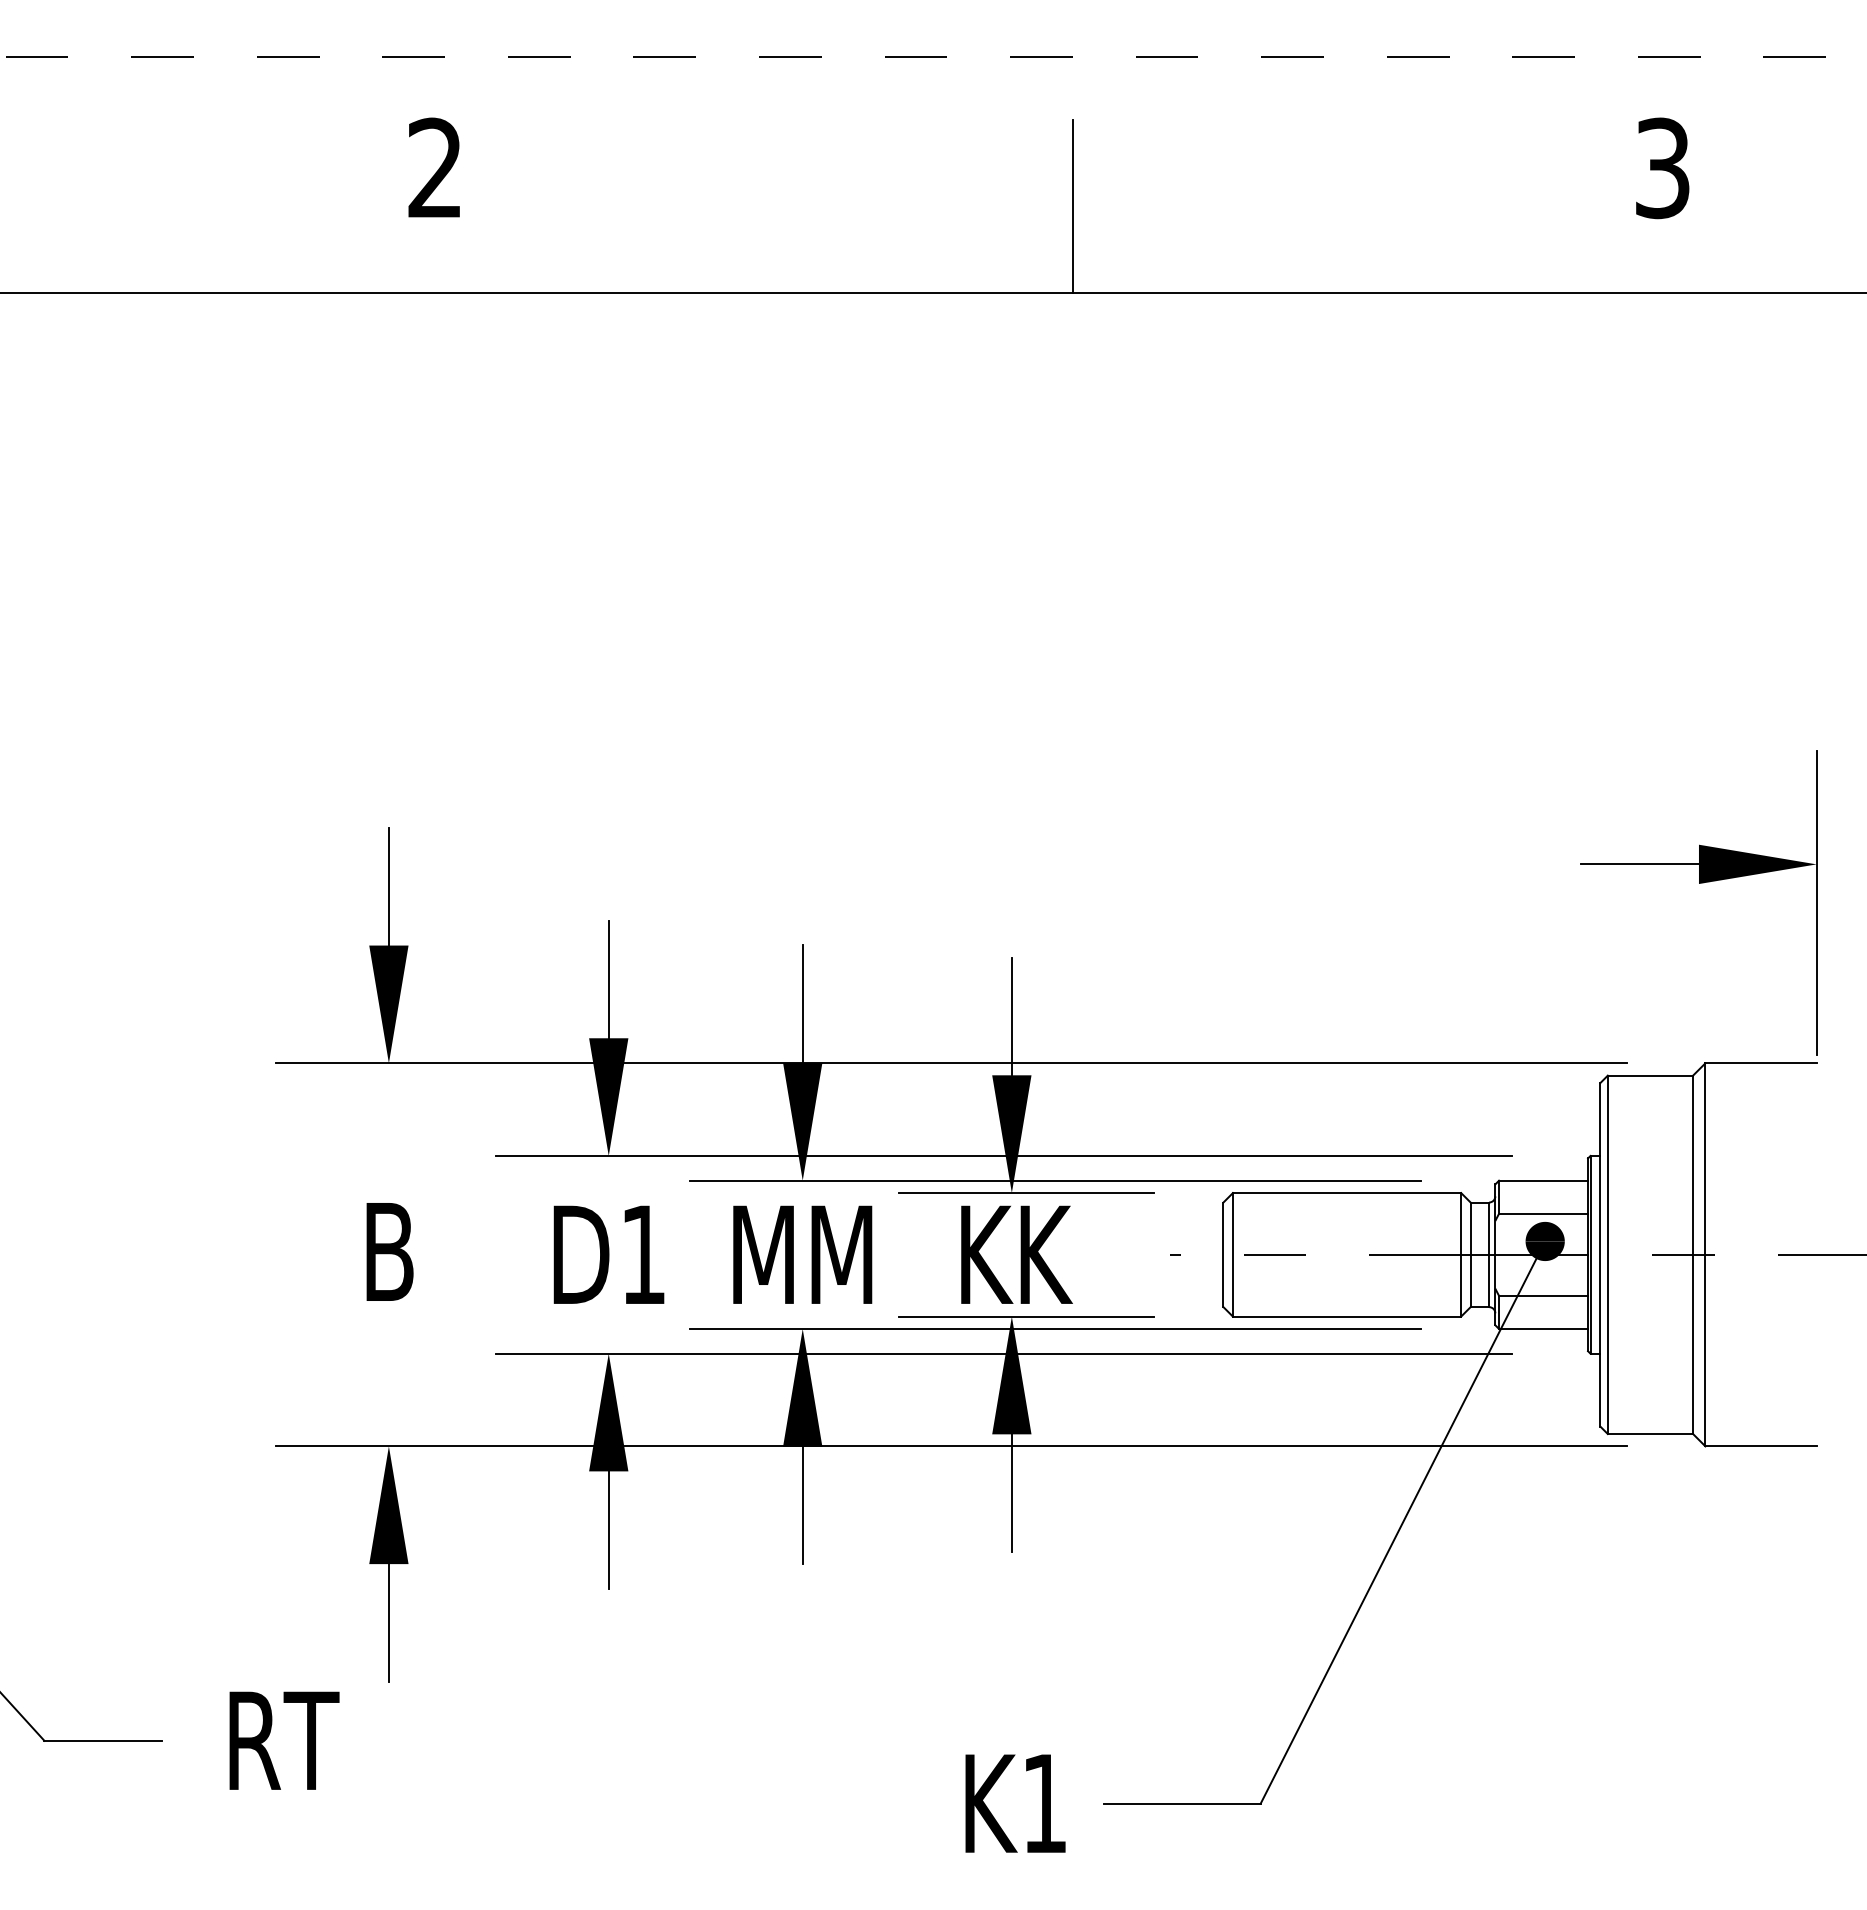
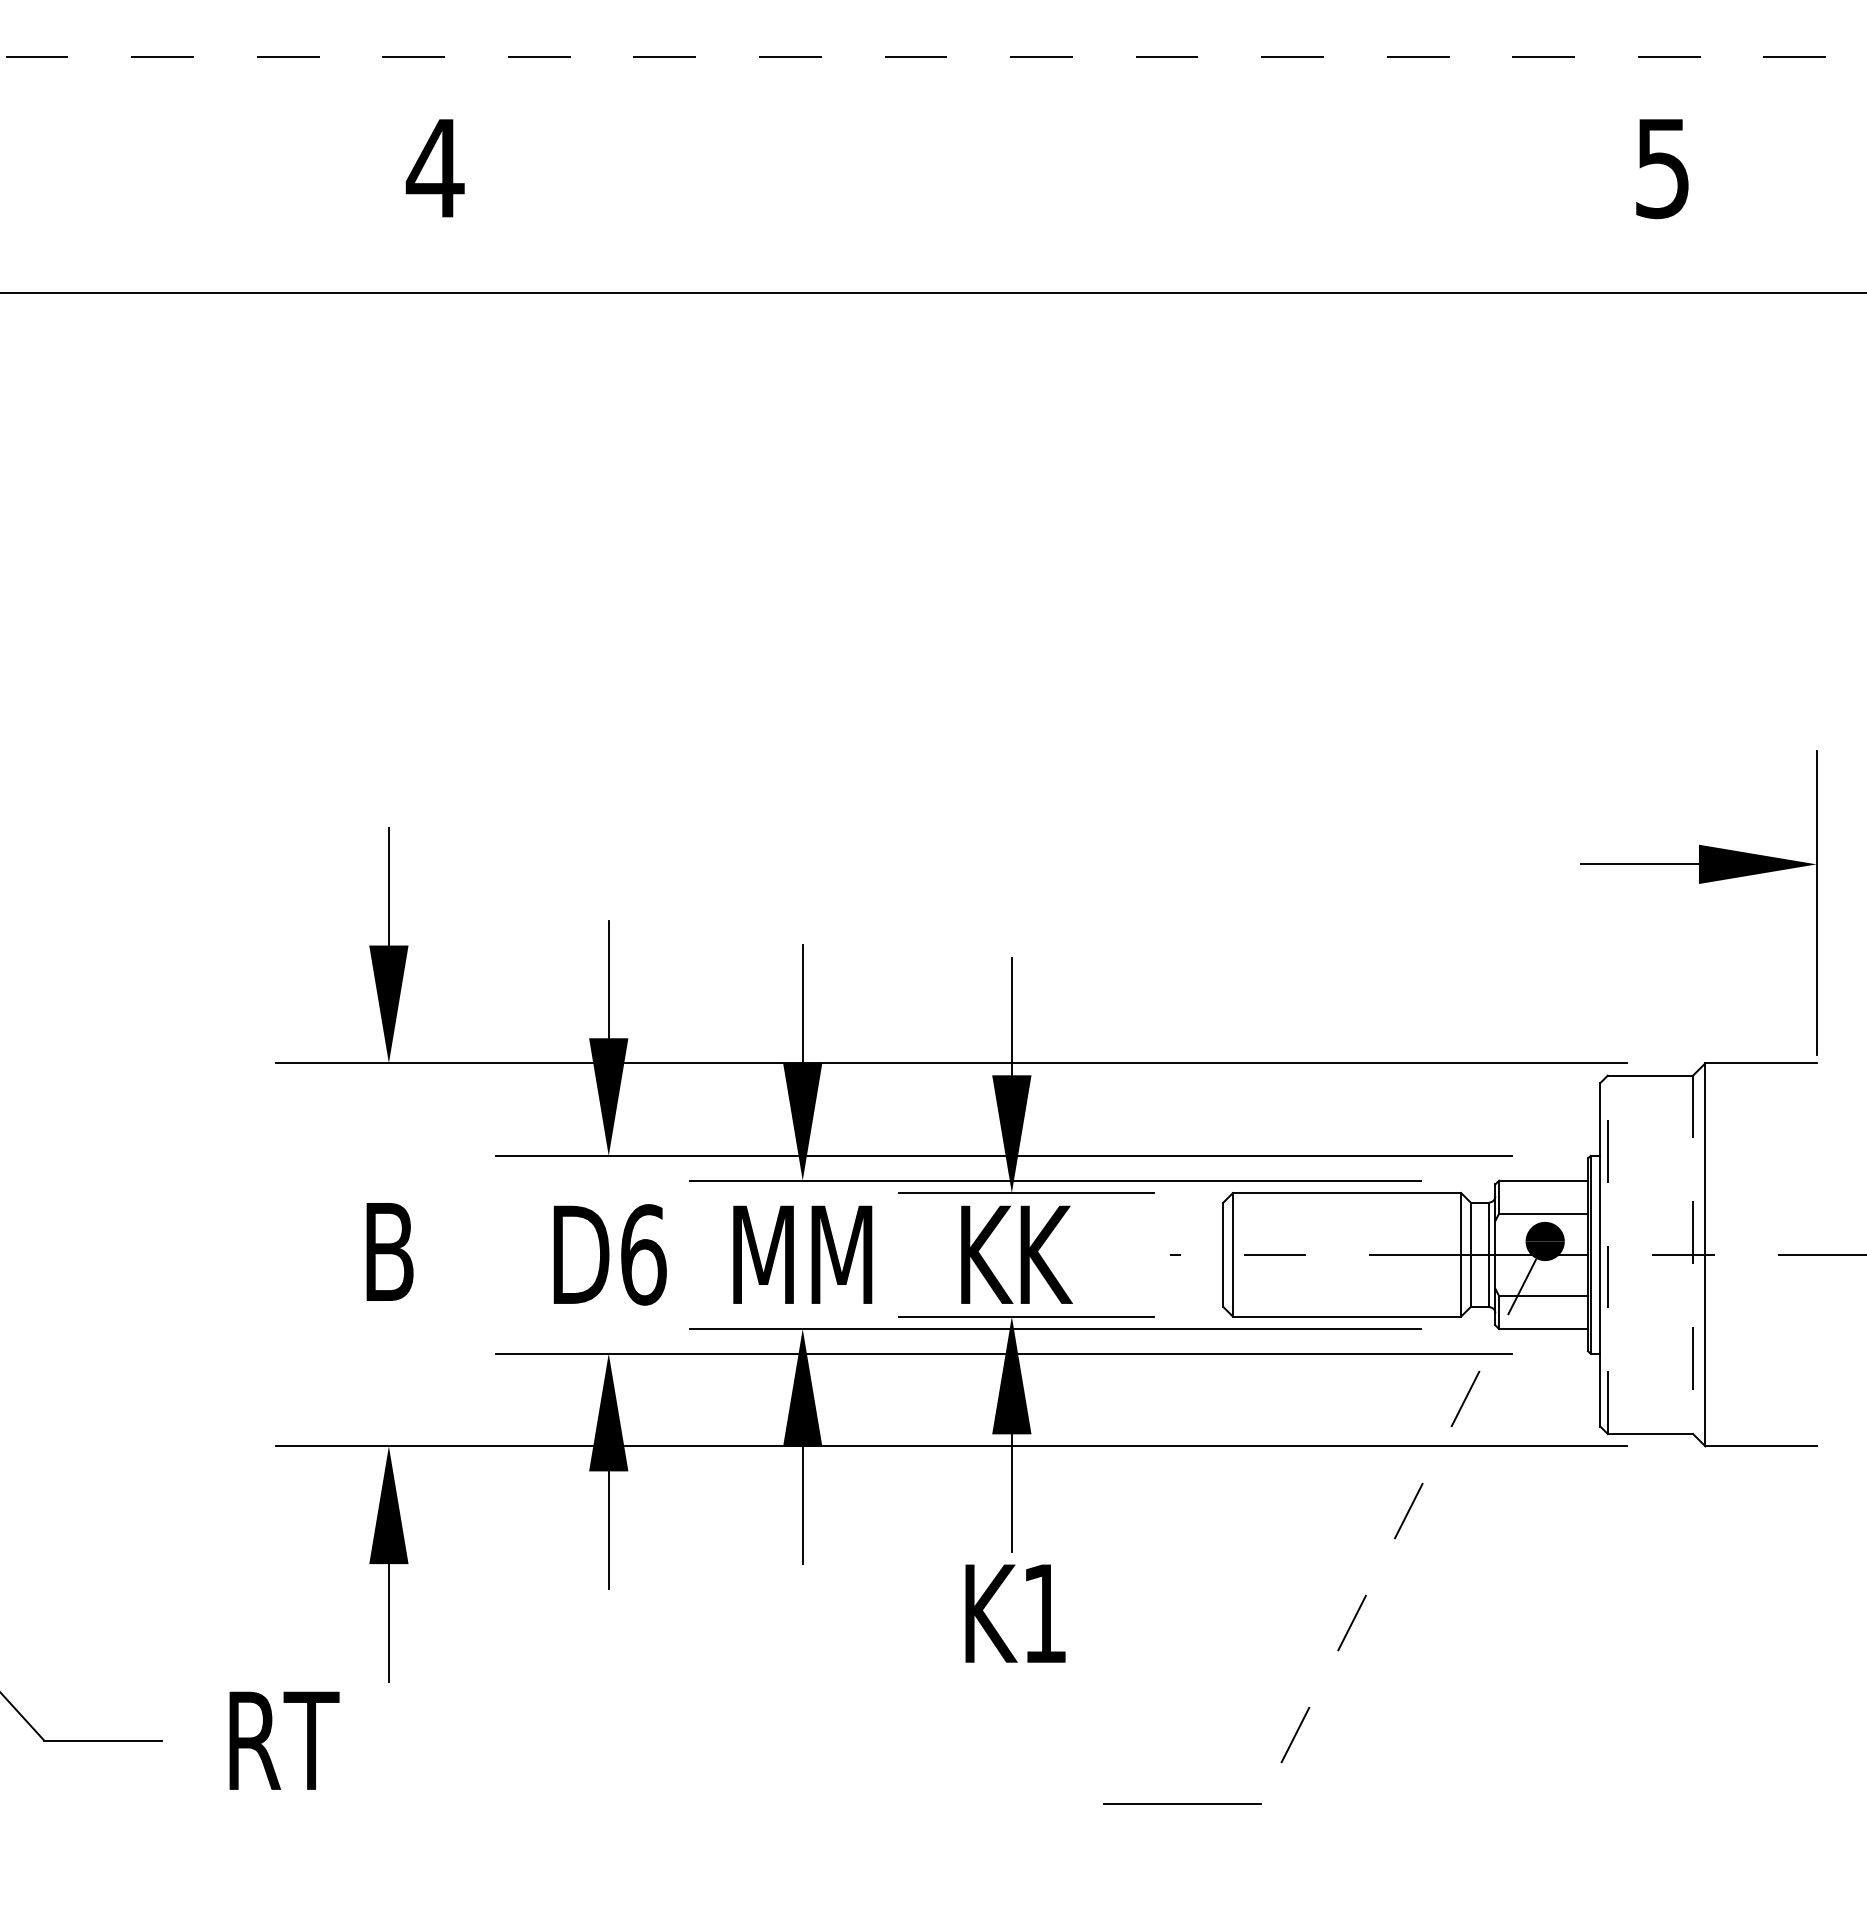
text at (434, 167): 2 -> 4
text at (1662, 167): 3 -> 5
line at (1072, 206): present -> none
text at (643, 1254): D1 -> D6
line at (1607, 1254): solid -> dashed
line at (1693, 1255): solid -> dashed
line at (1398, 1531): solid -> dashed
text at (1015, 1803) position: (1015, 1803) -> (1015, 1613)
